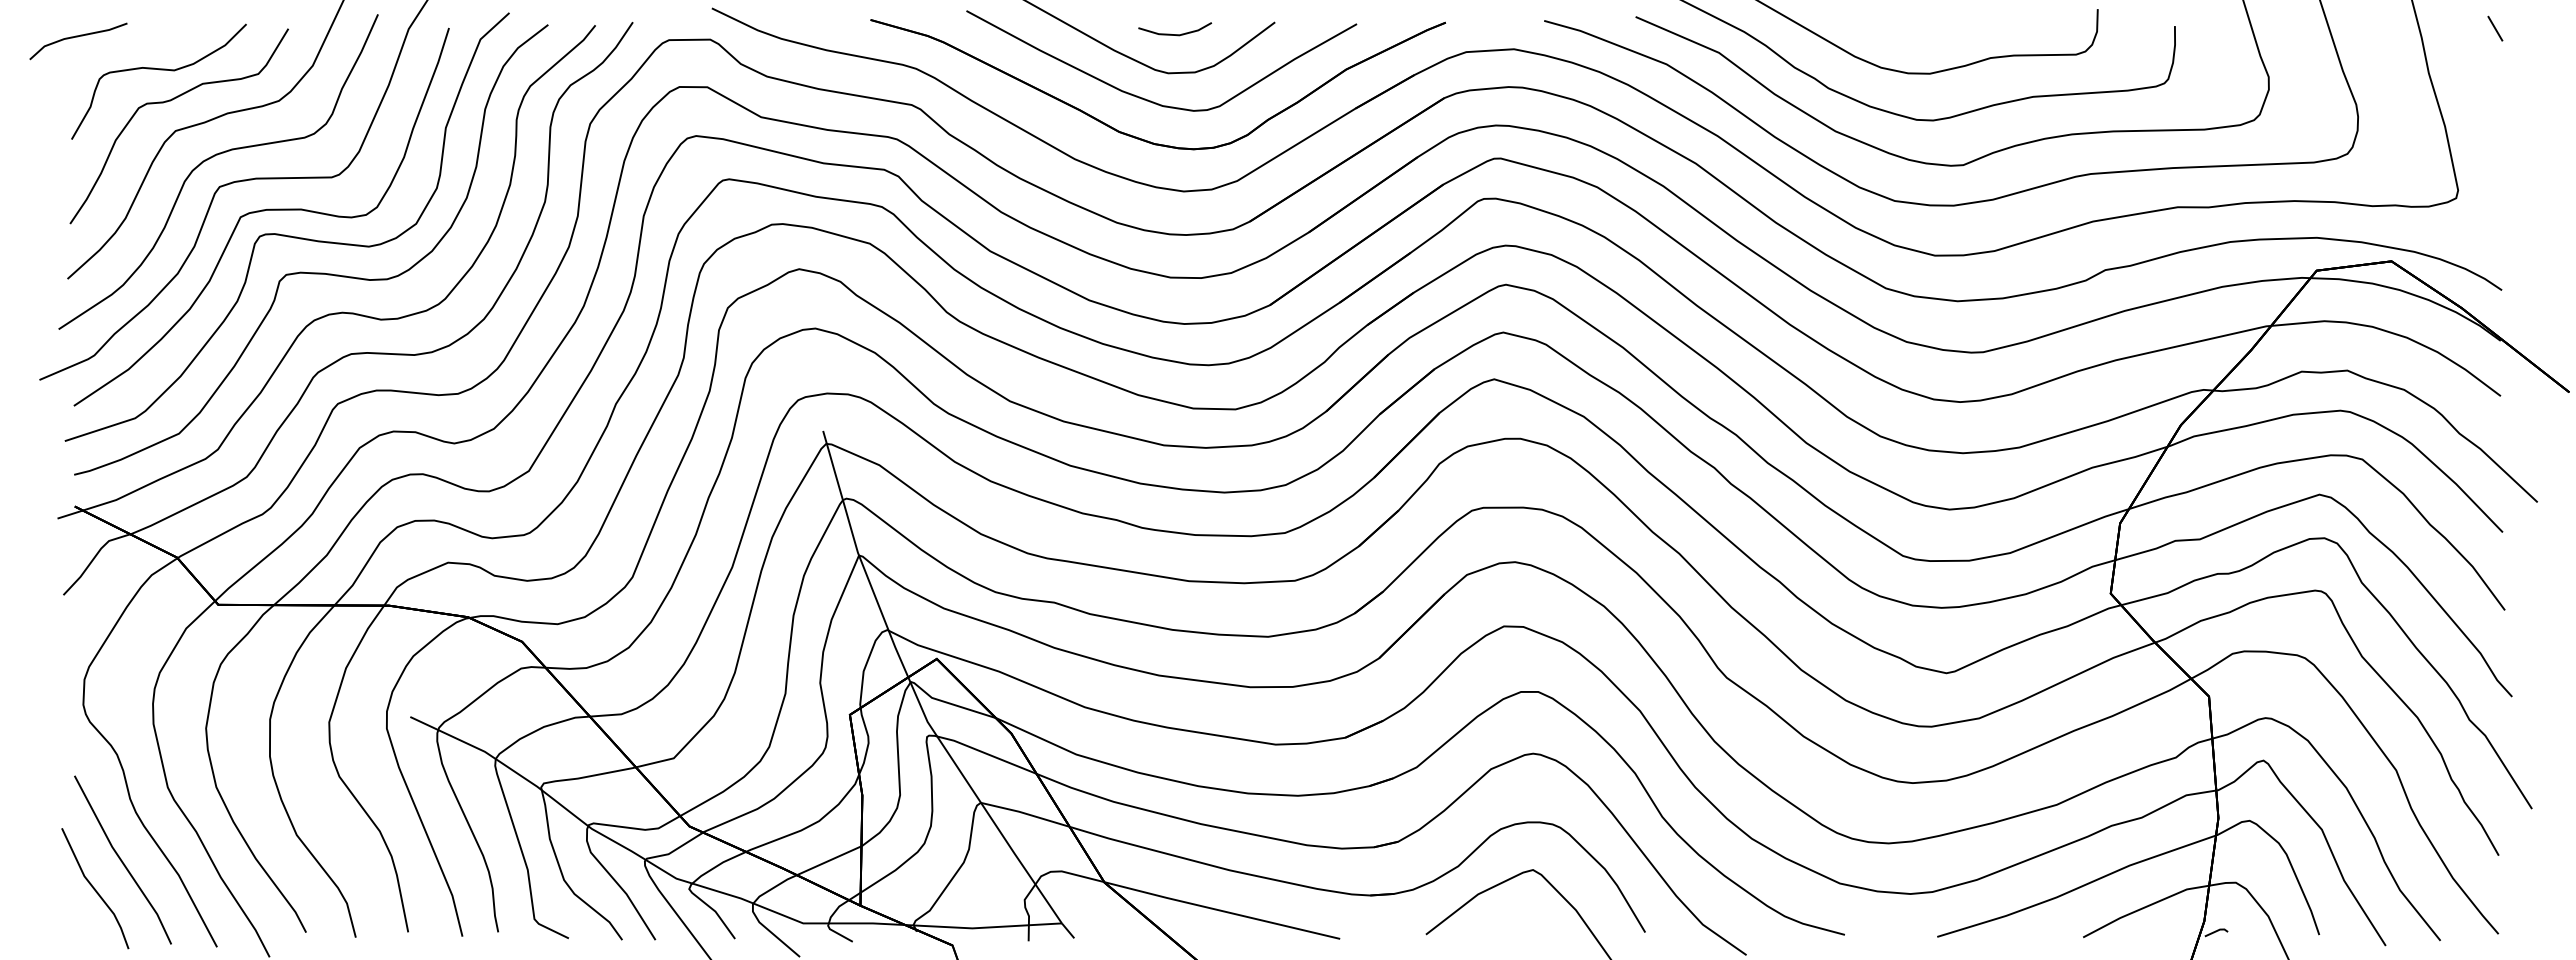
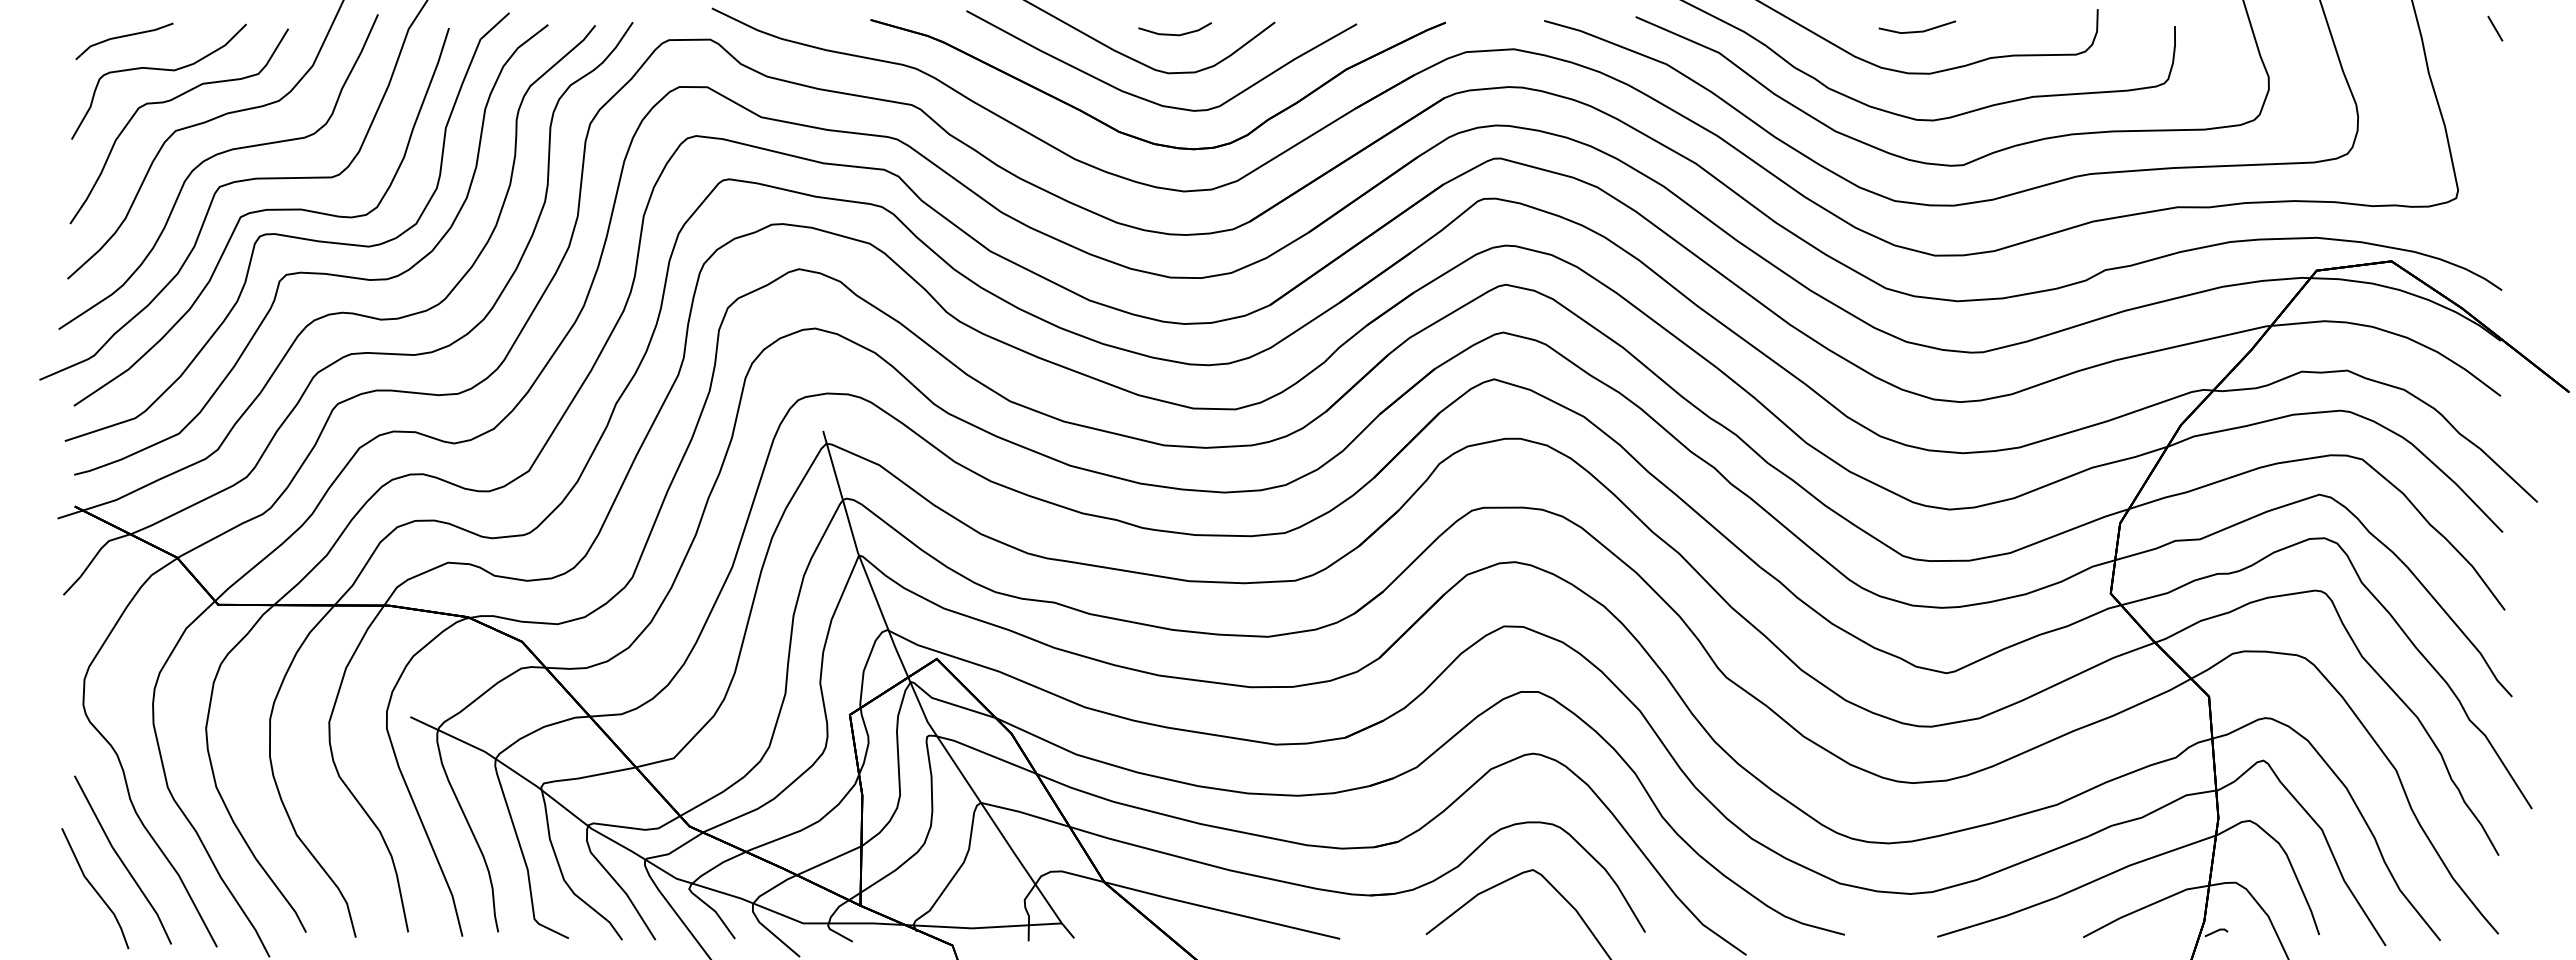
part at (1917, 26): none -> present
part at (78, 41) position: (78, 41) -> (124, 41)
